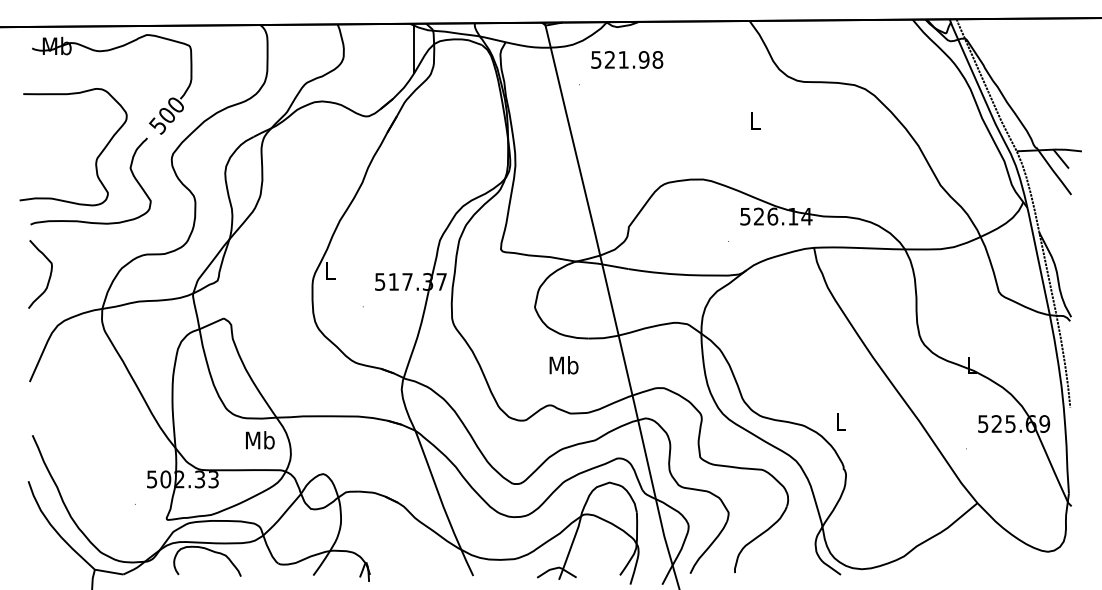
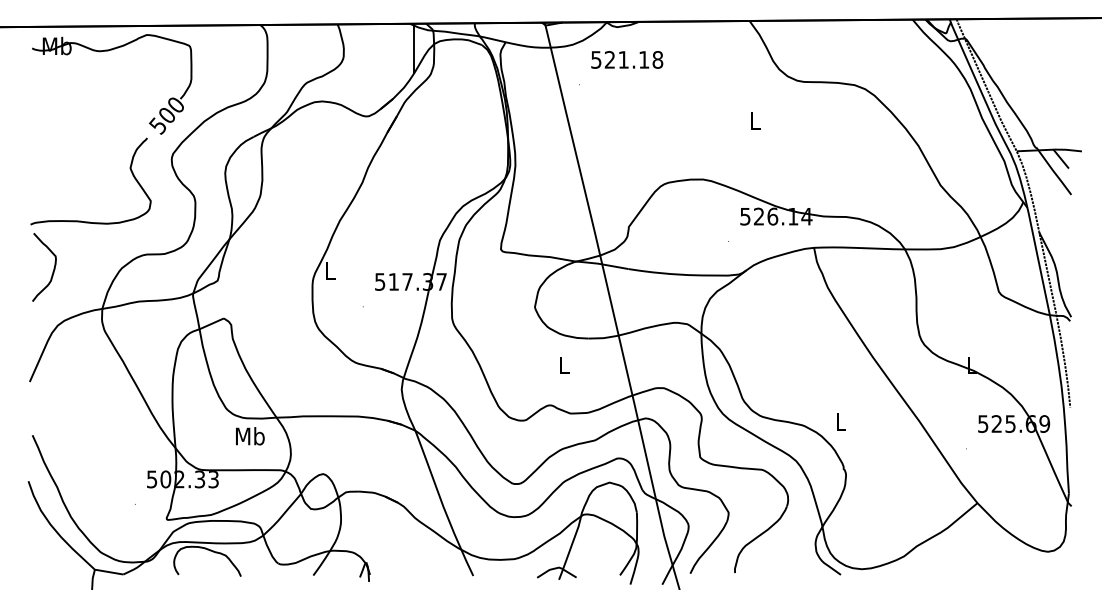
text at (643, 59): 521.98 -> 521.18
curve at (96, 157): present -> none
curve at (48, 278) position: (48, 278) -> (52, 271)
text at (563, 365): Mb -> L
text at (260, 440) position: (260, 440) -> (250, 436)
